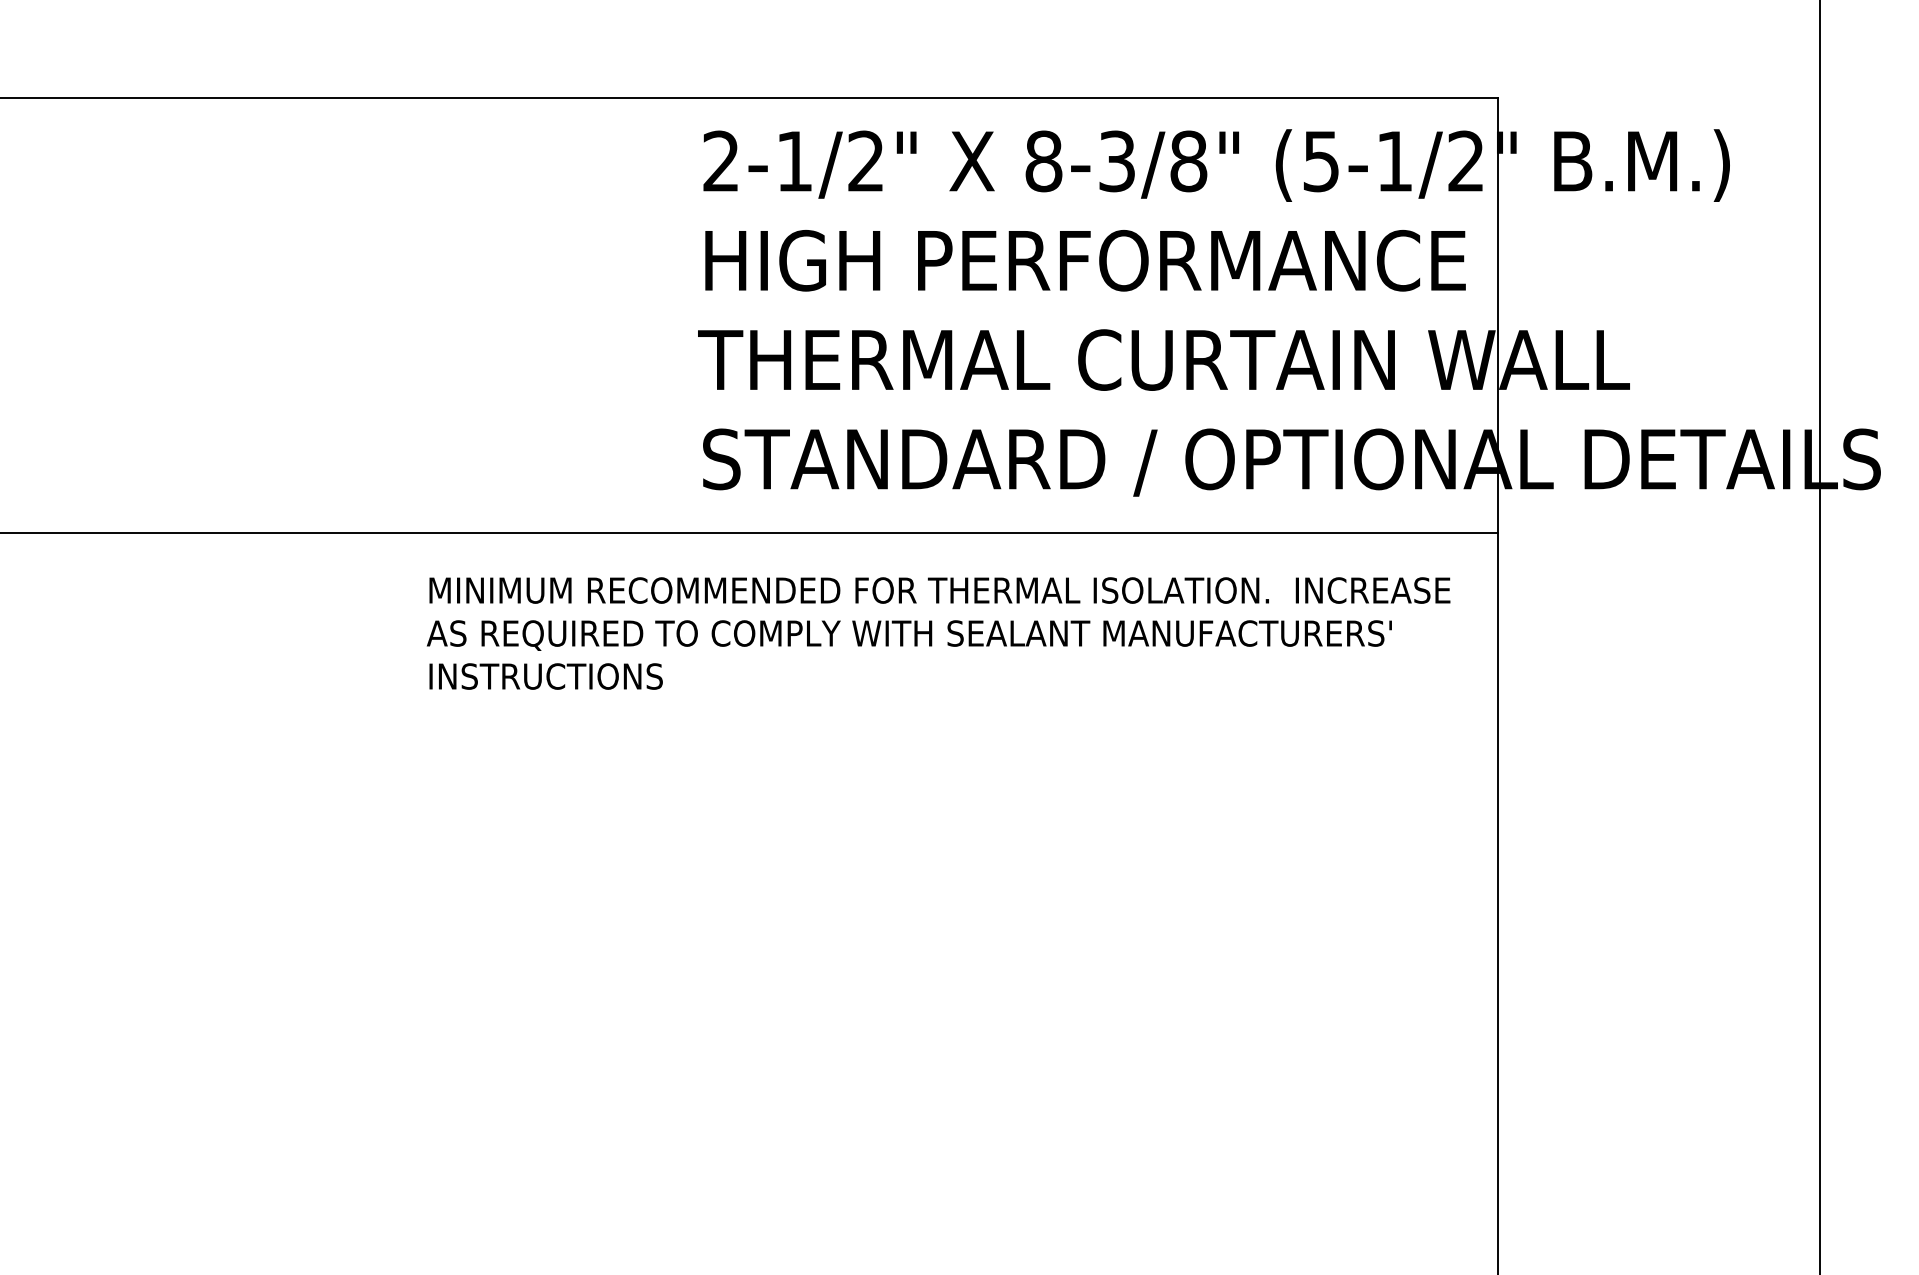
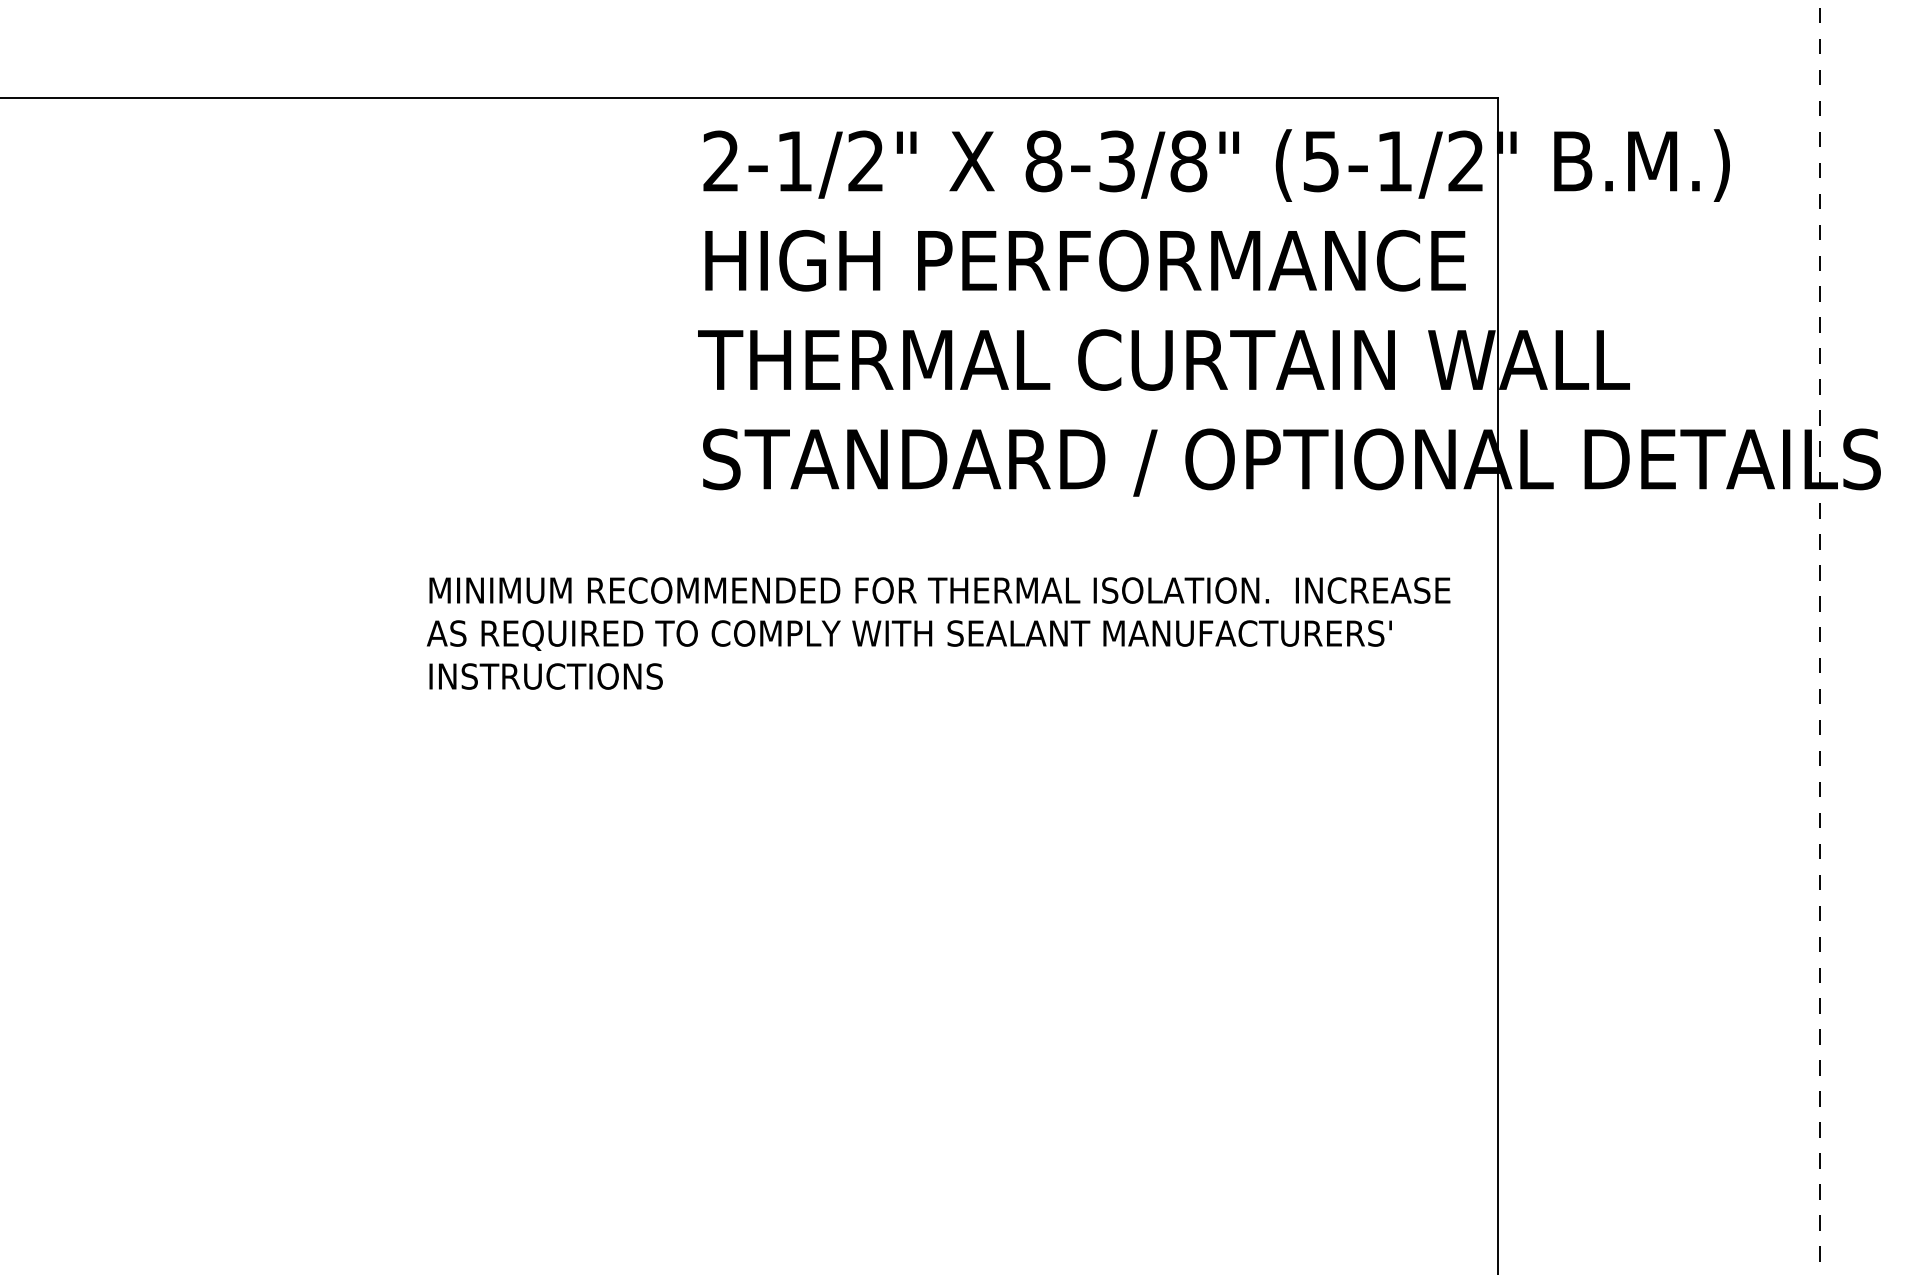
line at (750, 533): present -> none
line at (1820, 637): solid -> dashed
